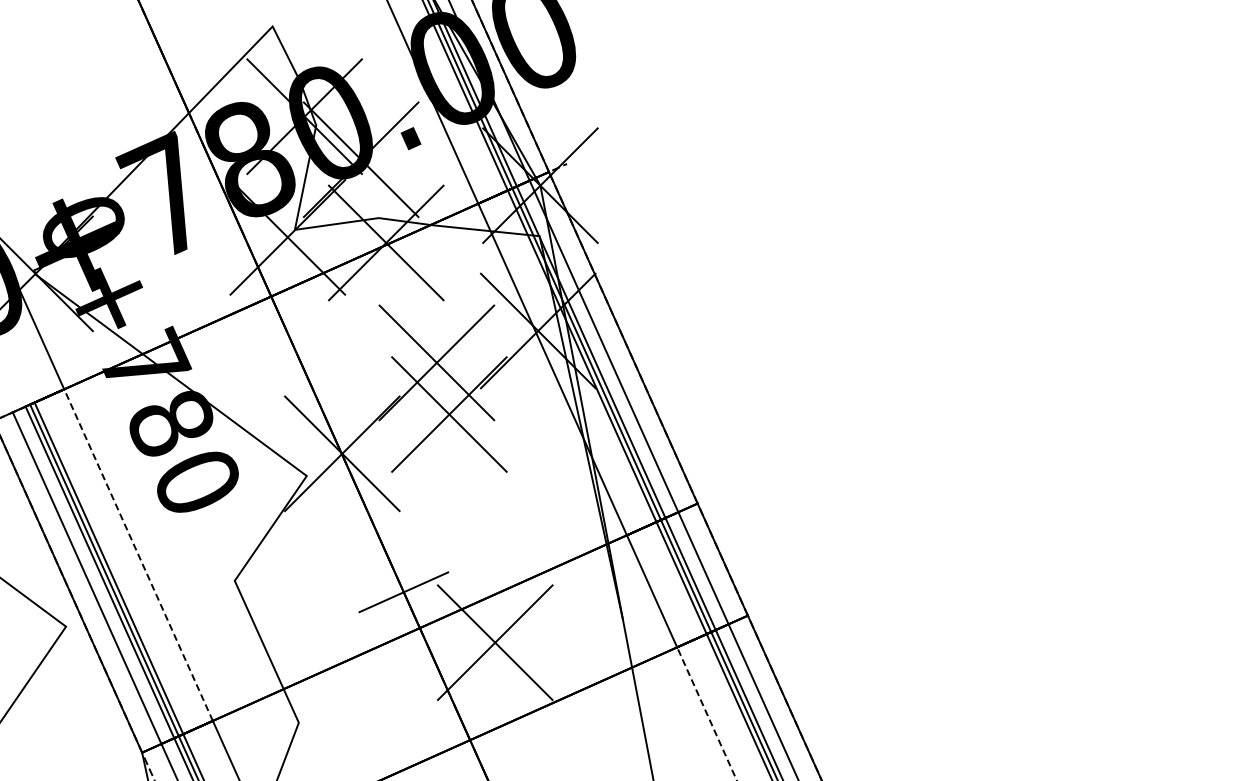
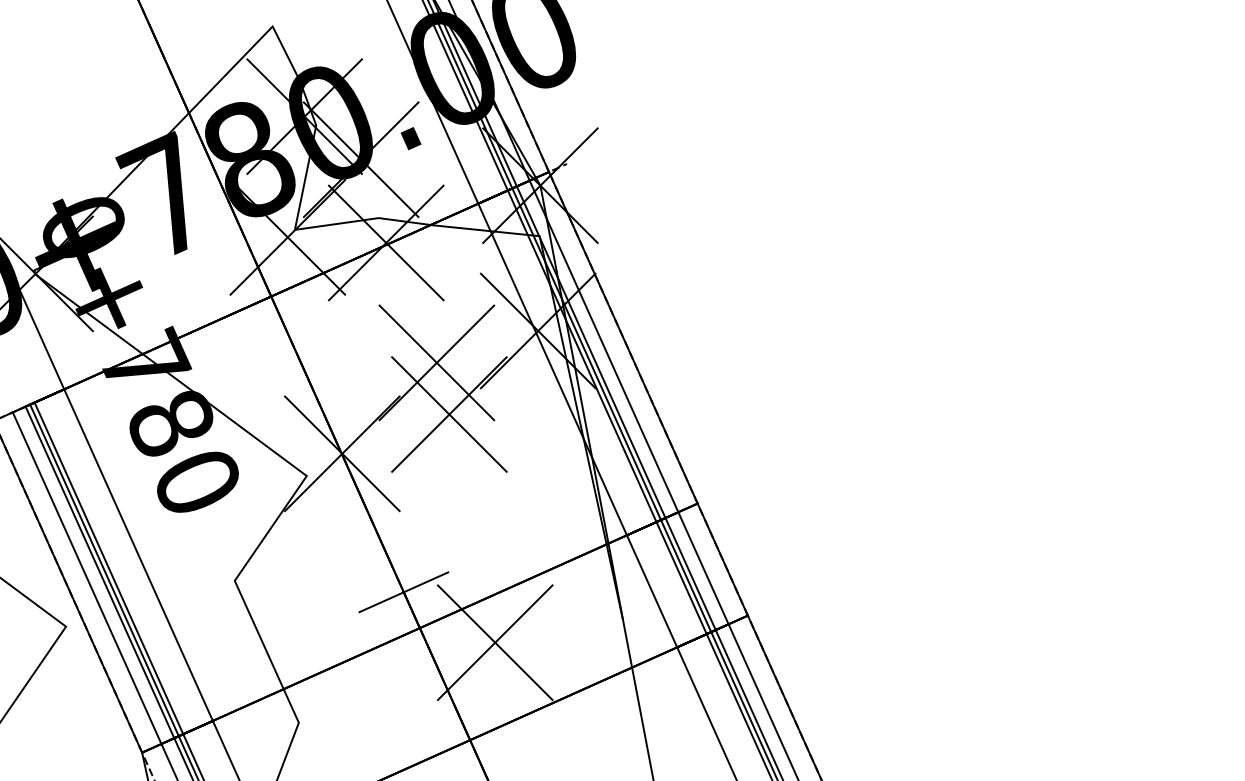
line at (138, 555): dashed -> solid
line at (706, 713): dashed -> solid
